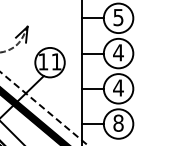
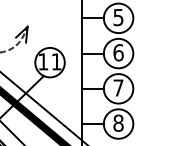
text at (118, 52): 4 -> 6
text at (118, 87): 4 -> 7
line at (44, 109): dashed -> solid
